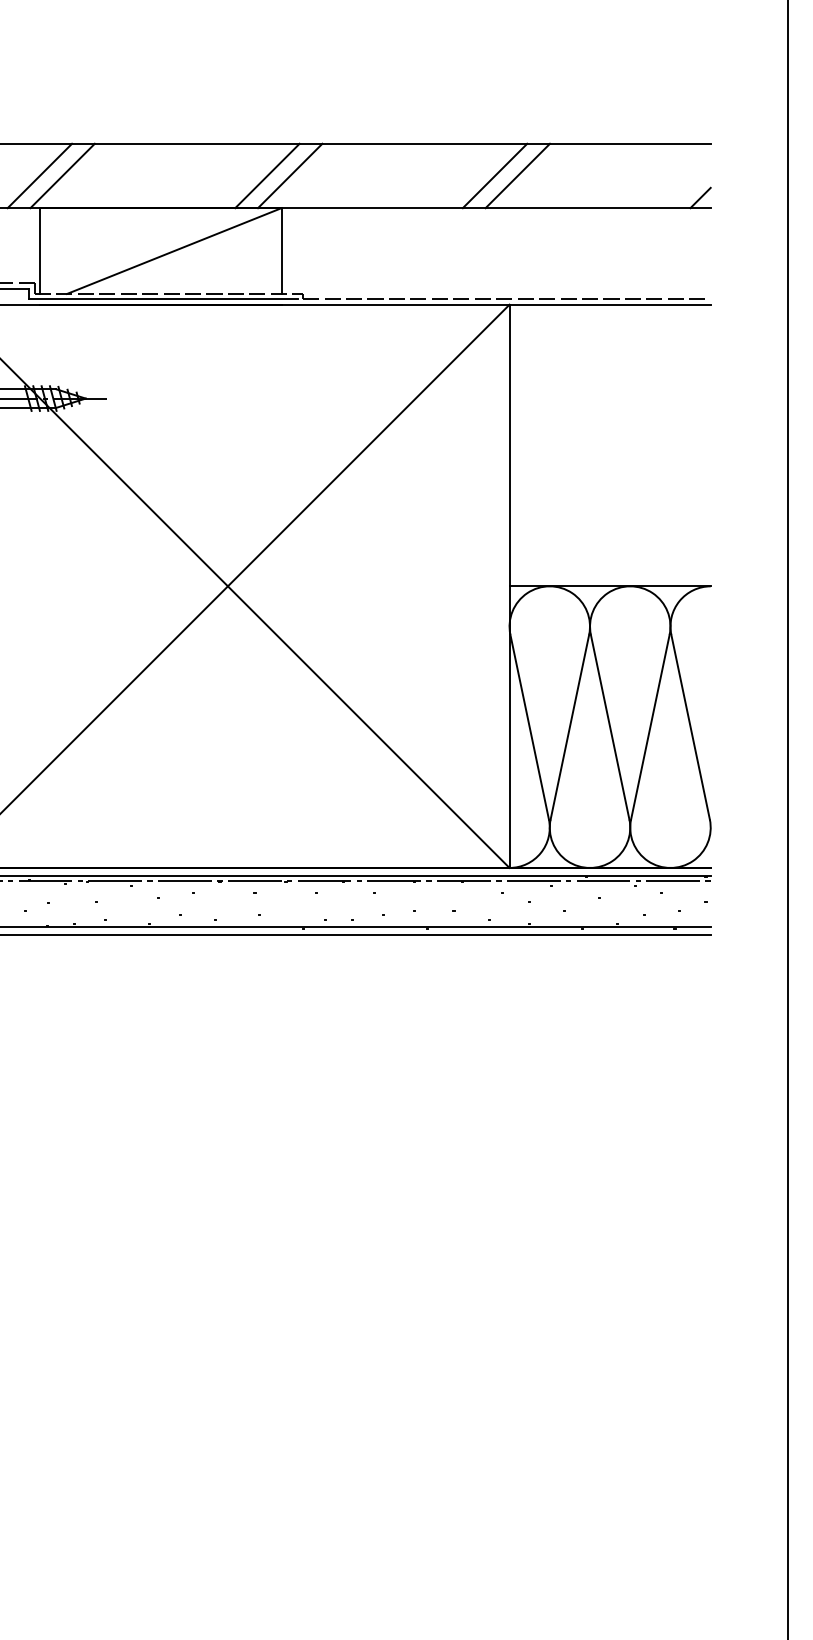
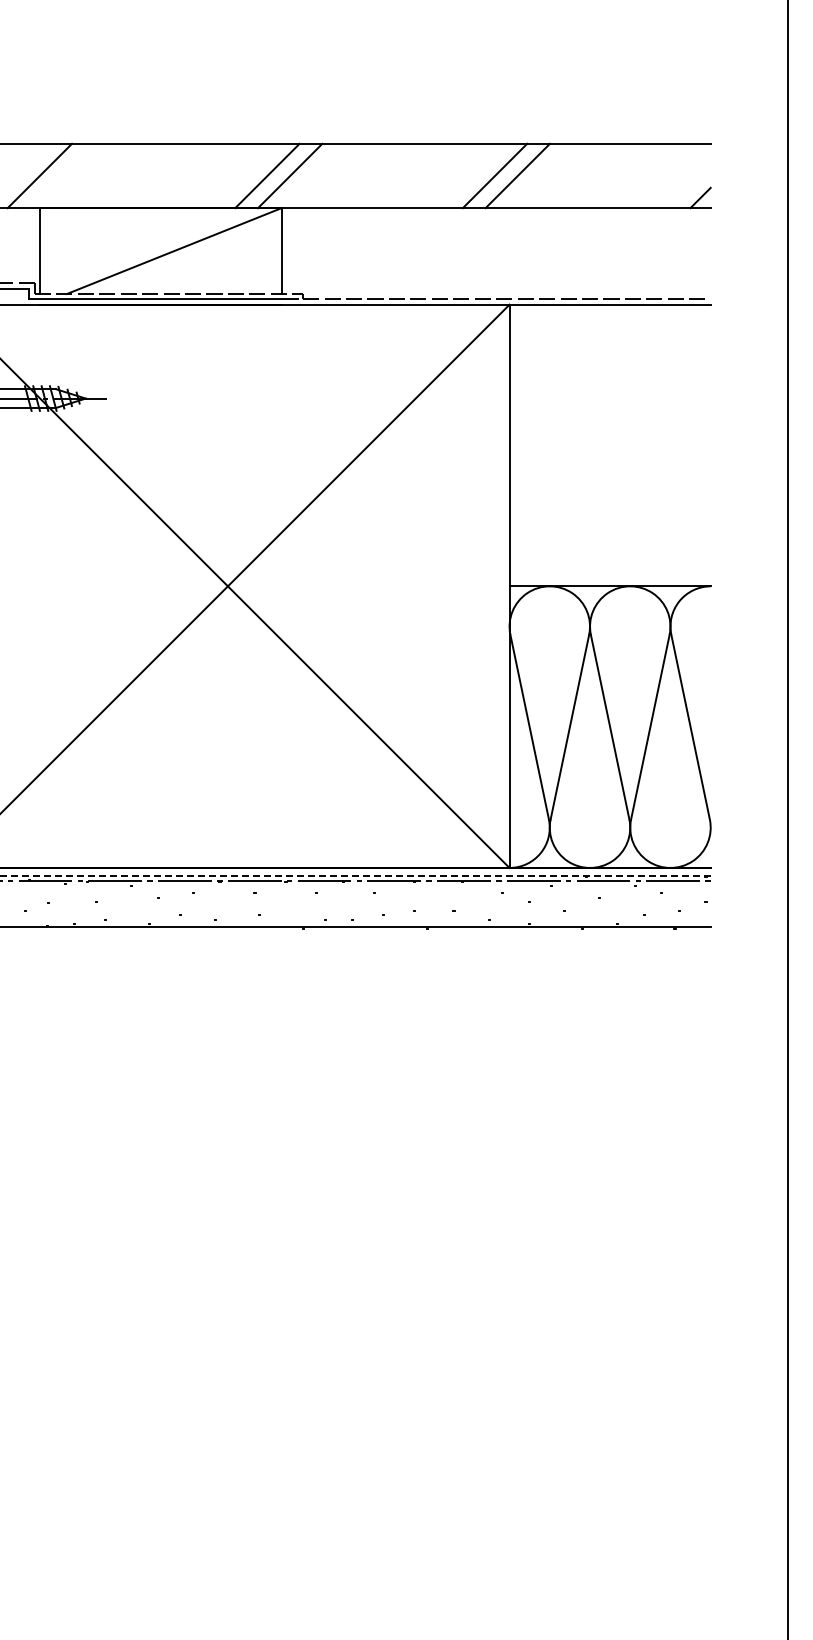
line at (62, 175): present -> none
line at (354, 876): solid -> dashed
line at (356, 935): present -> none
